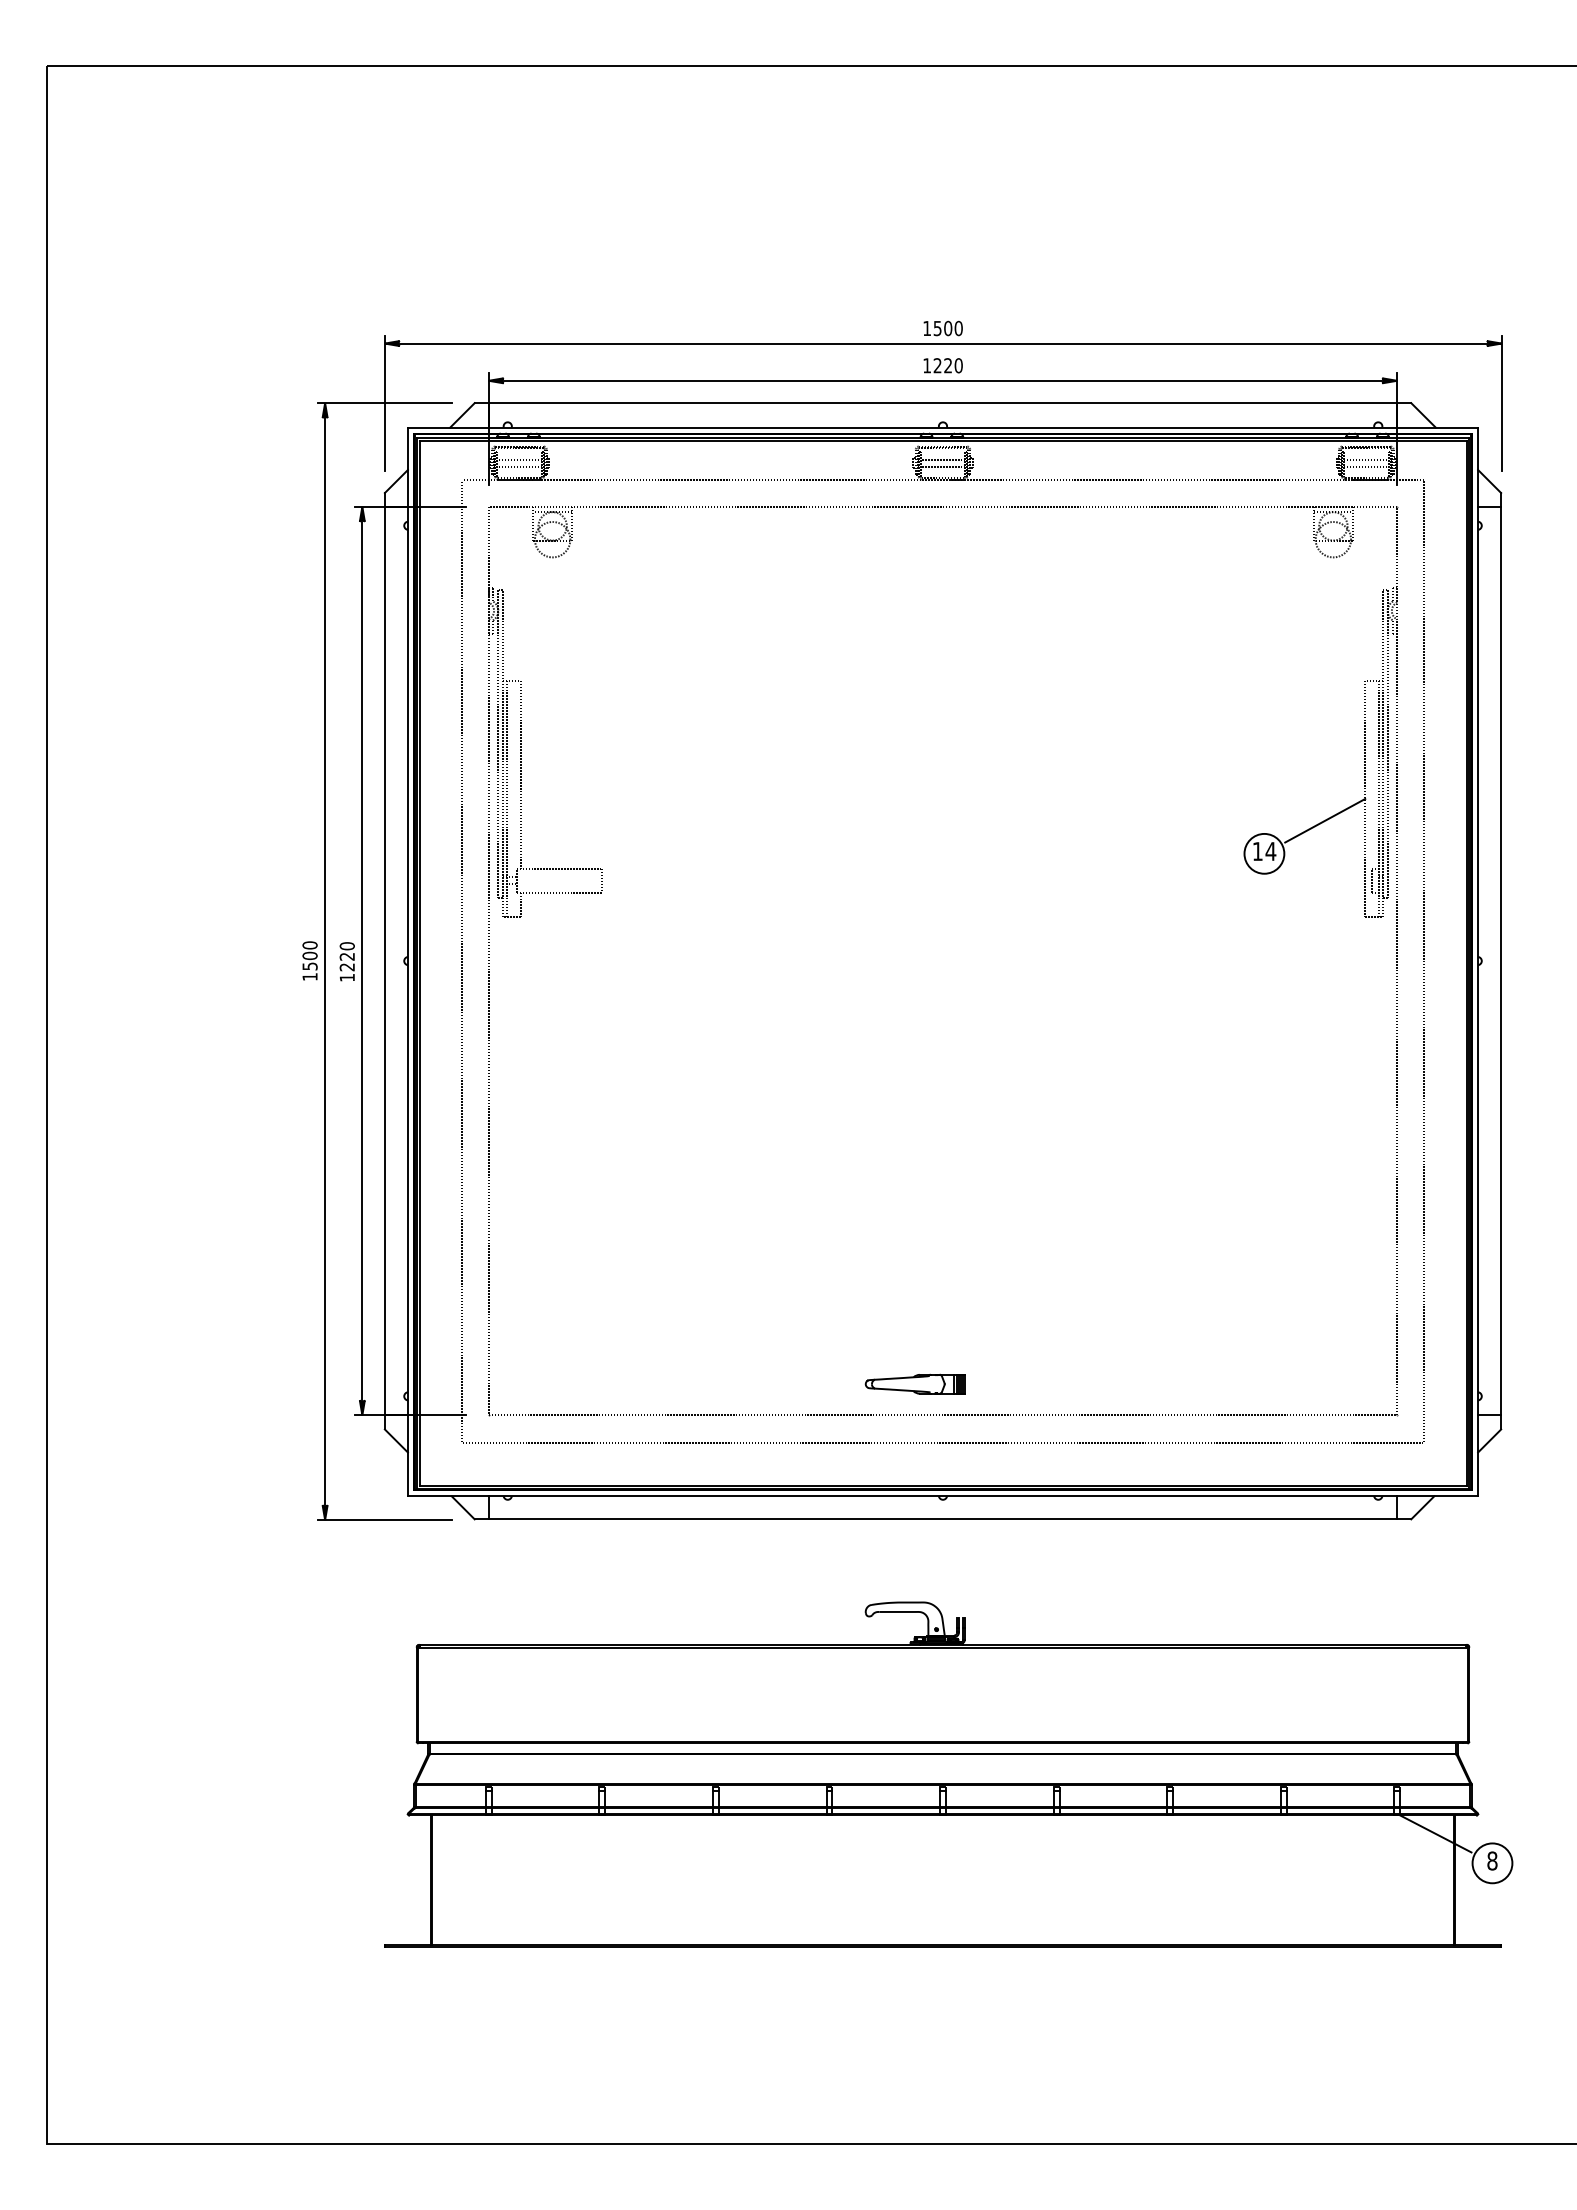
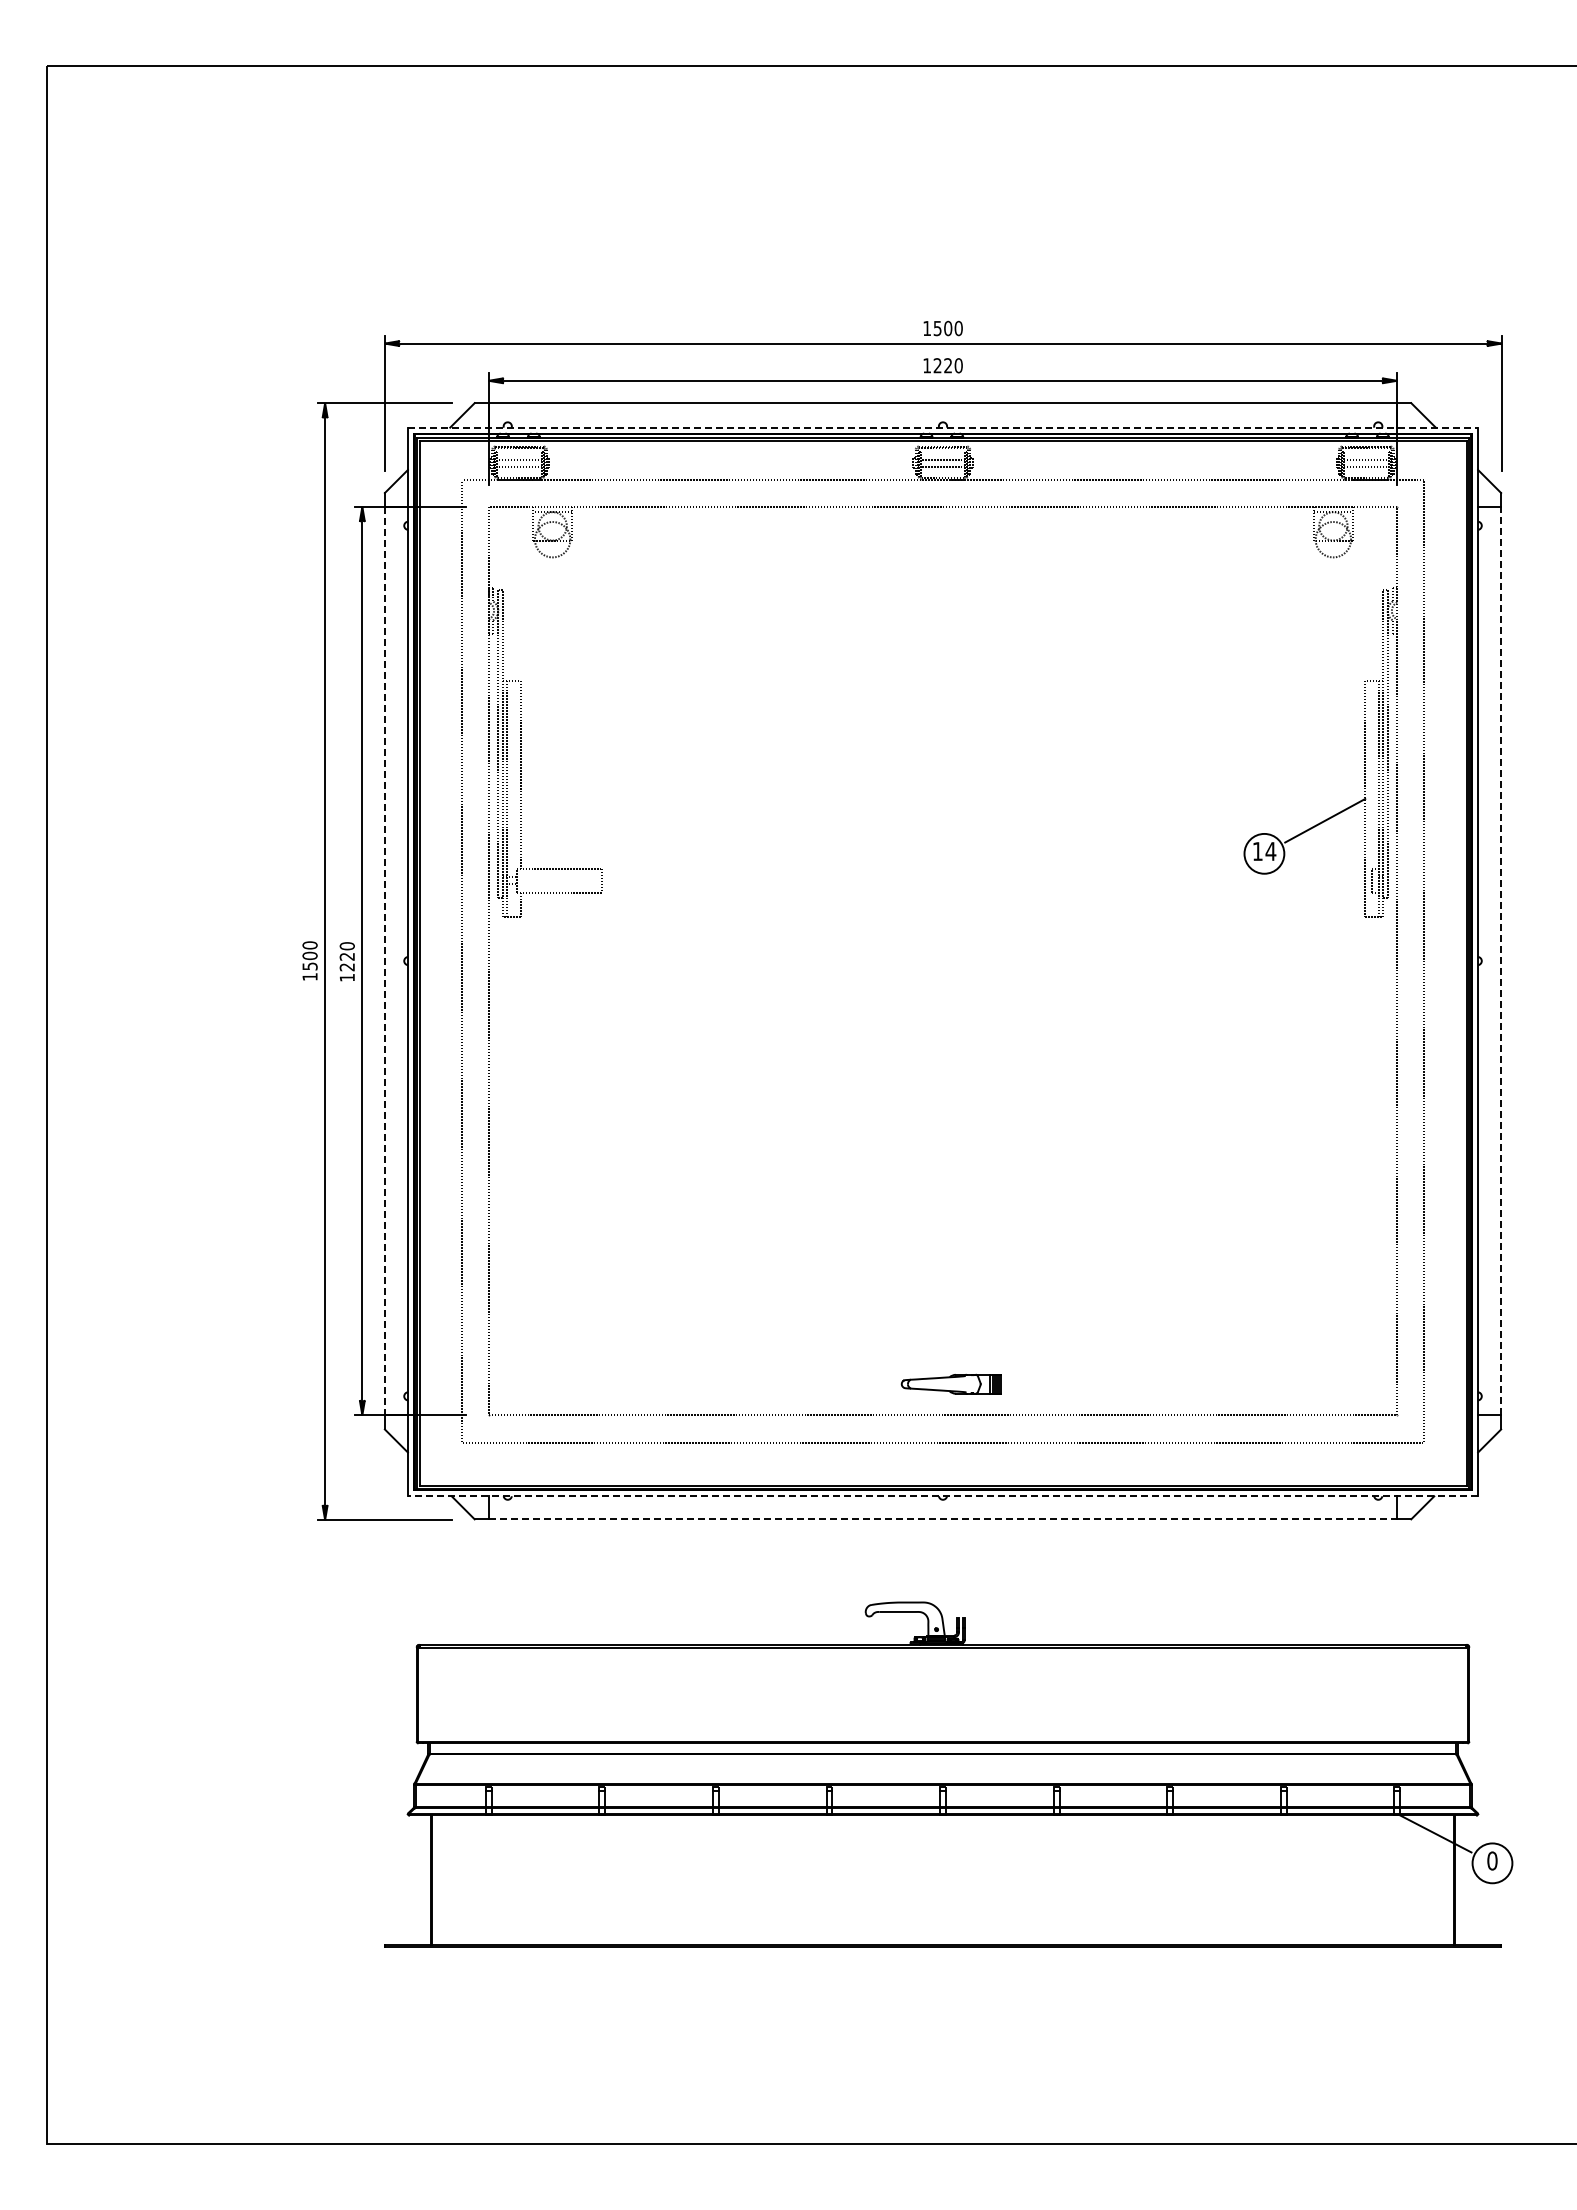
line at (943, 427): solid -> dashed
line at (1501, 960): solid -> dashed
line at (384, 961): solid -> dashed
part at (914, 1383) position: (914, 1383) -> (950, 1383)
line at (942, 1496): solid -> dashed
line at (943, 1519): solid -> dashed
text at (1492, 1860): 8 -> 0
